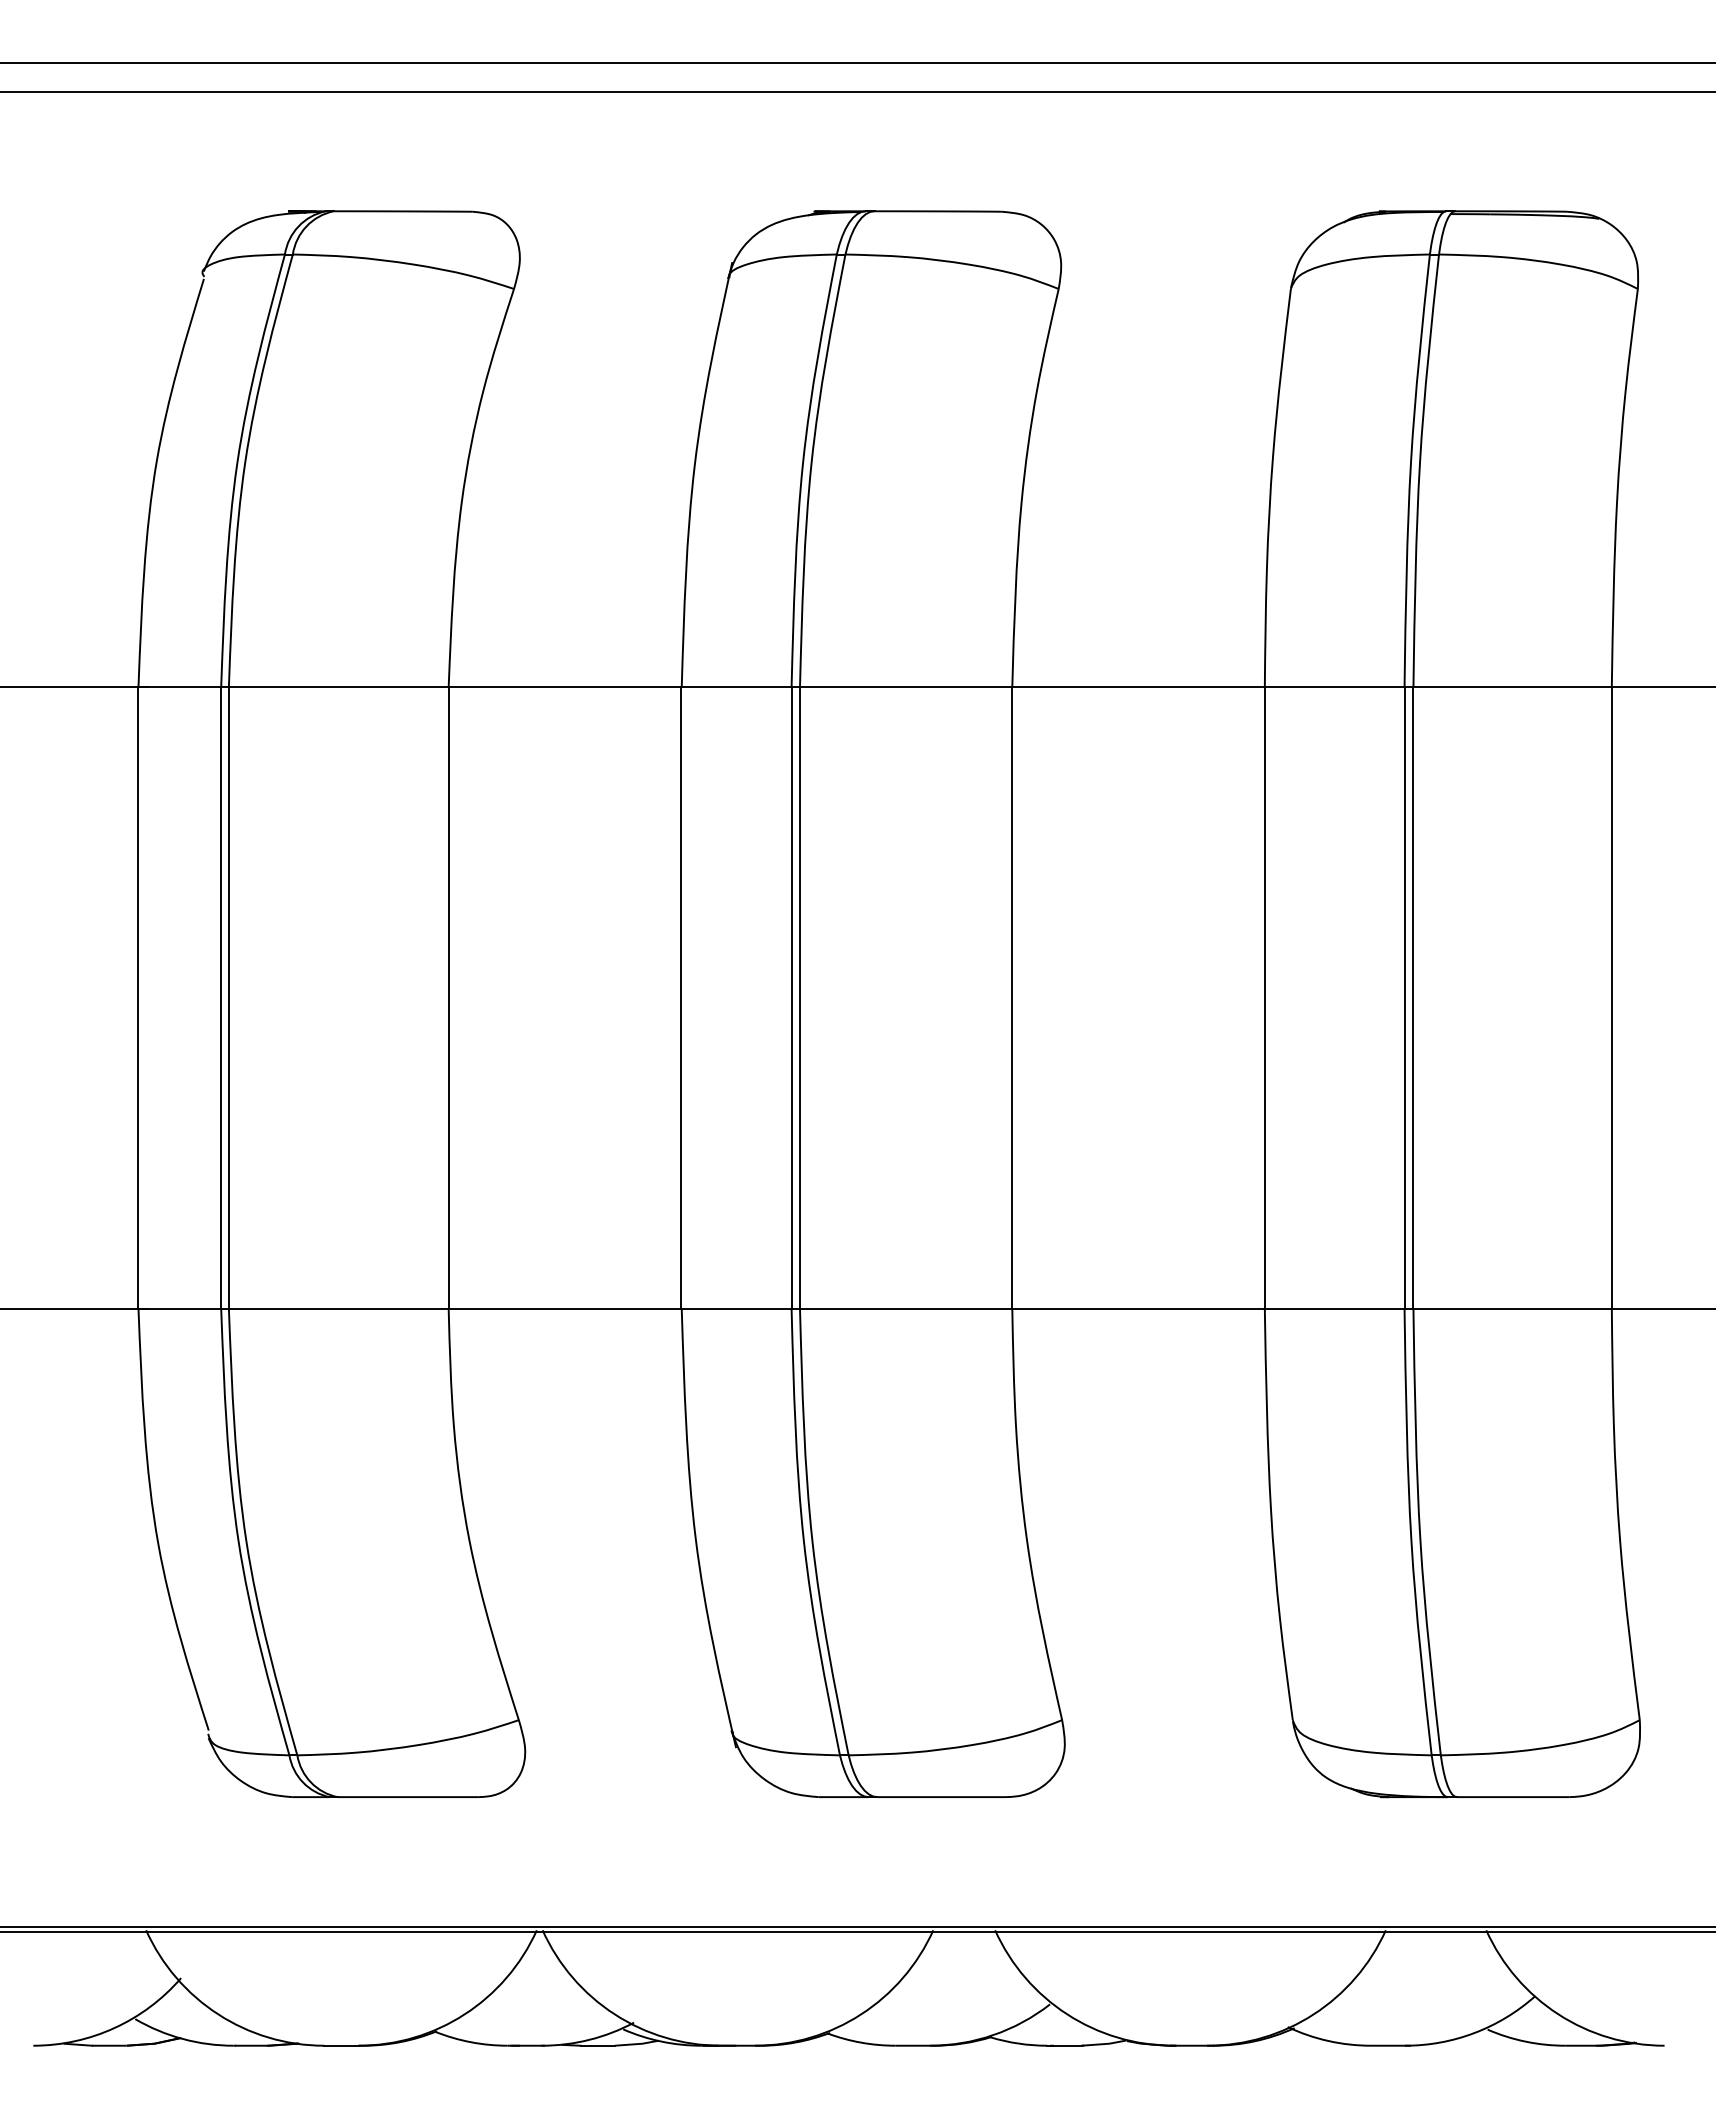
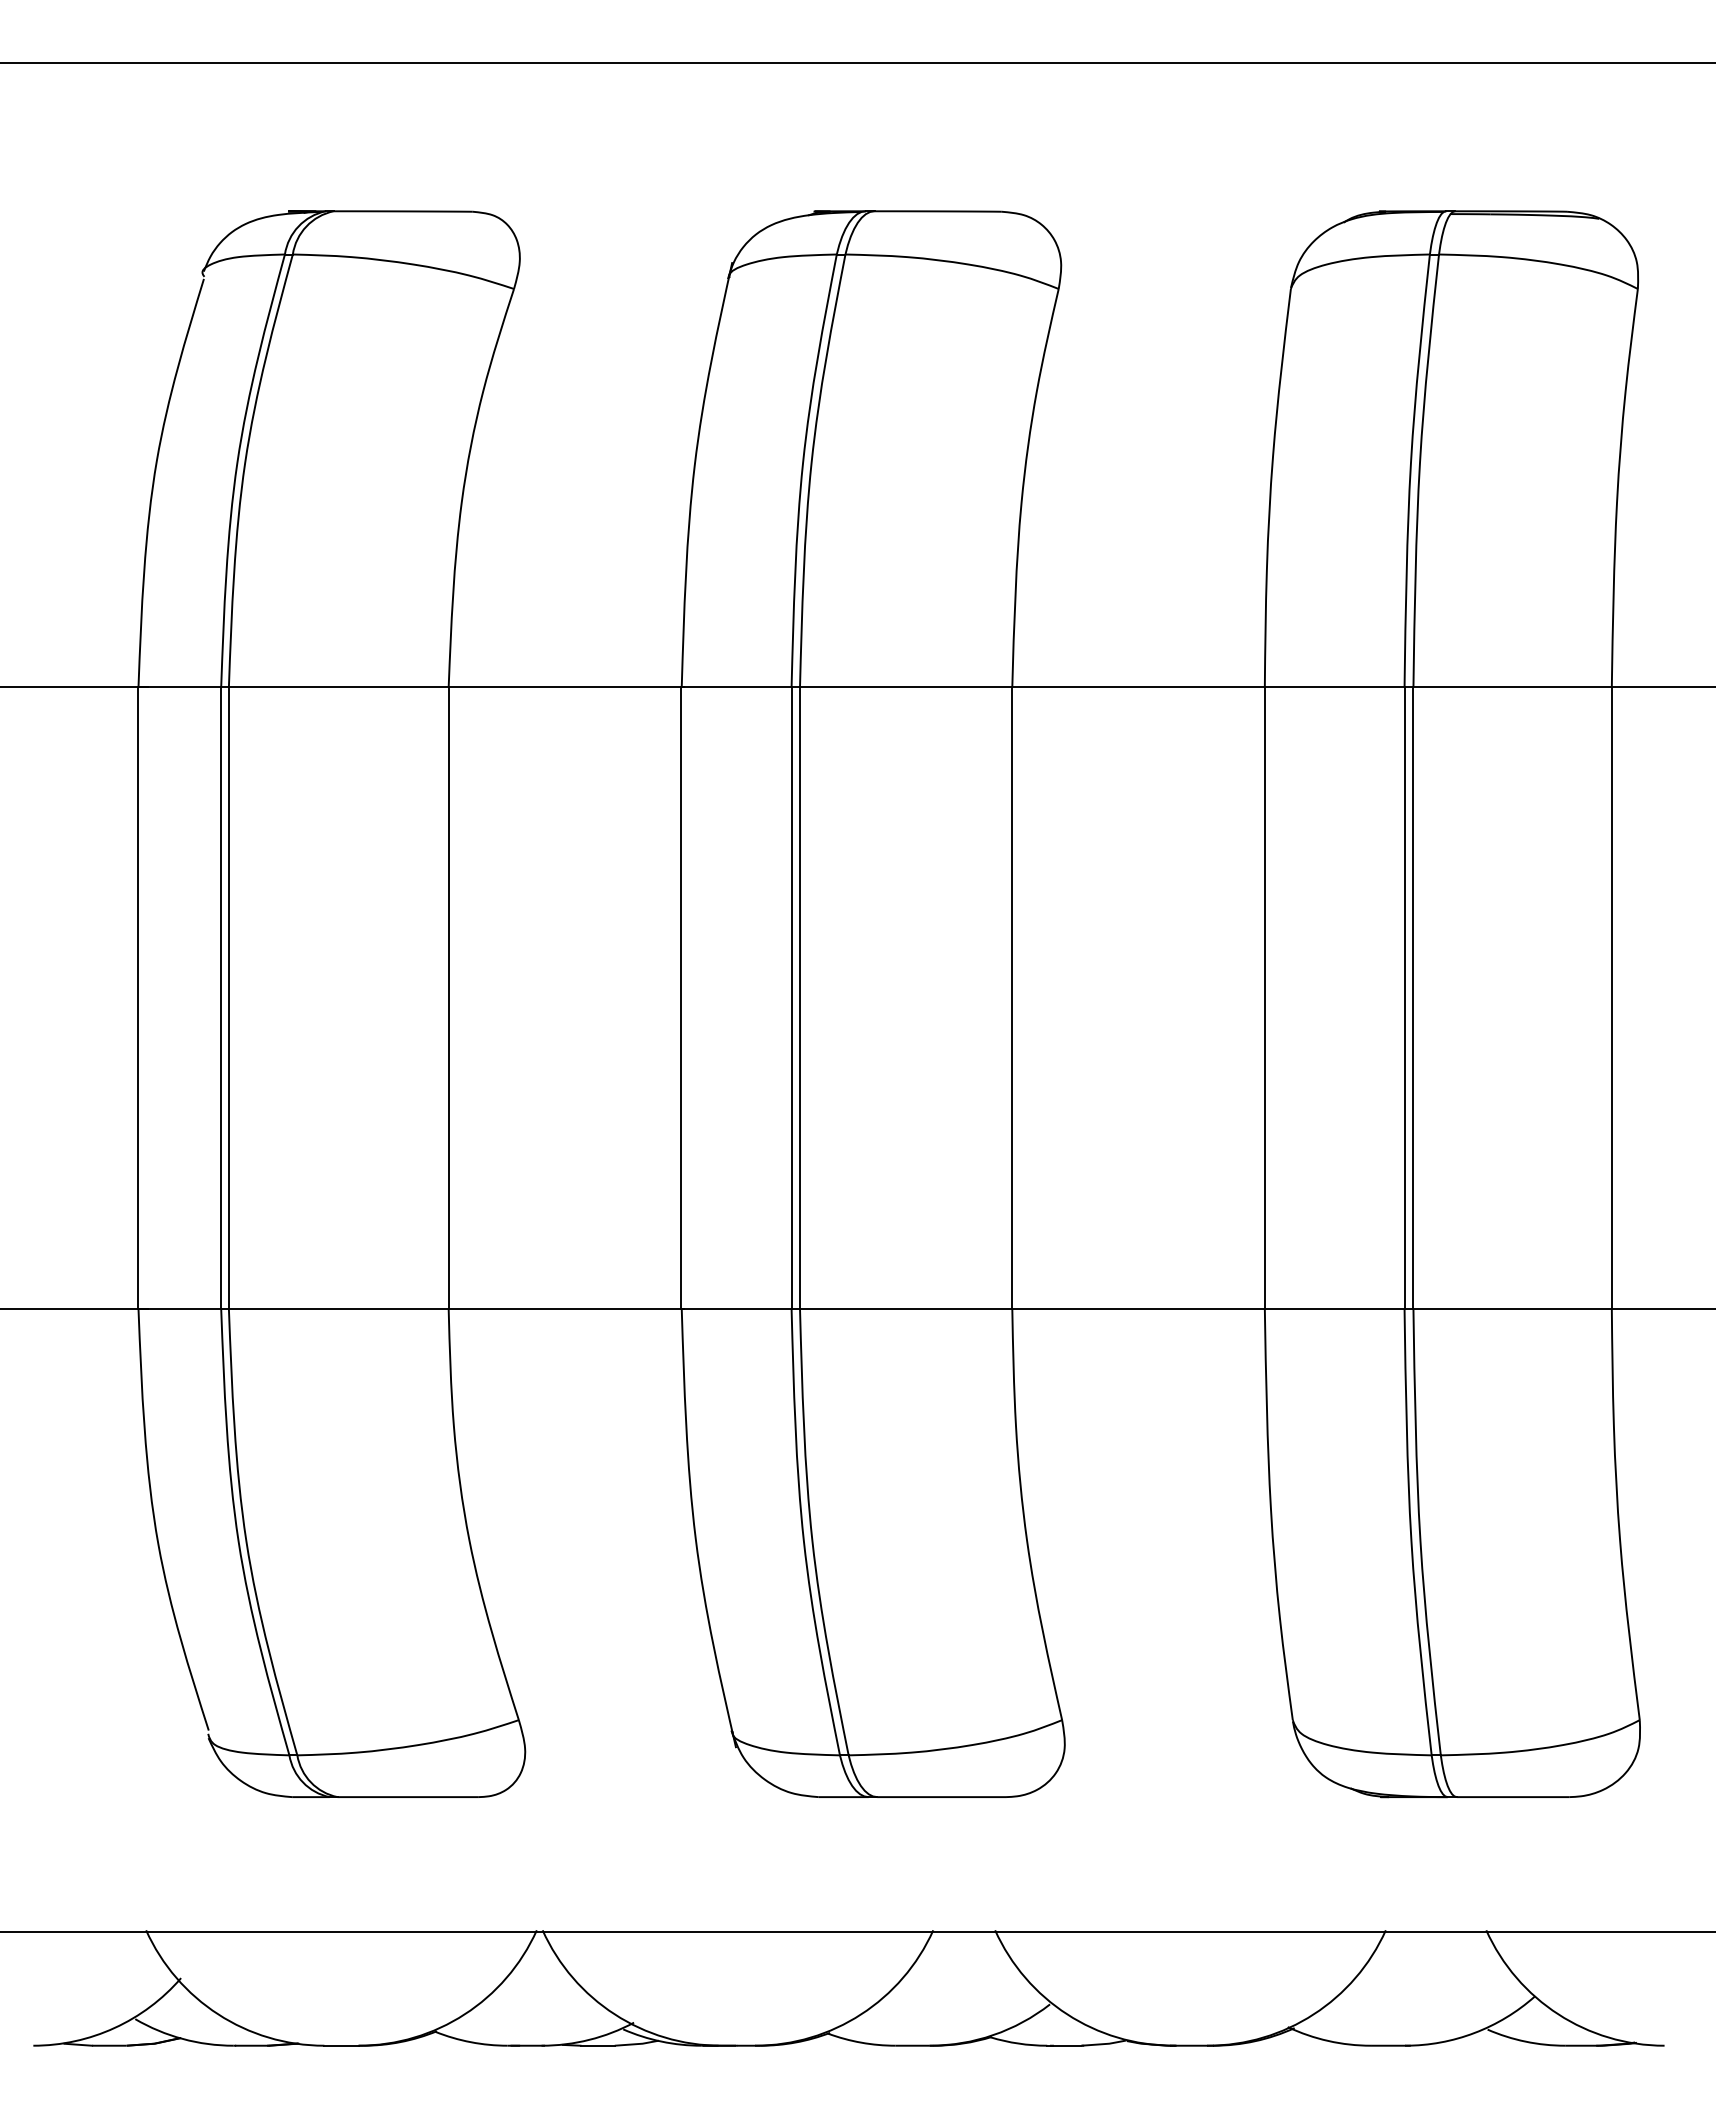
line at (857, 91): present -> none
line at (857, 1926): present -> none
